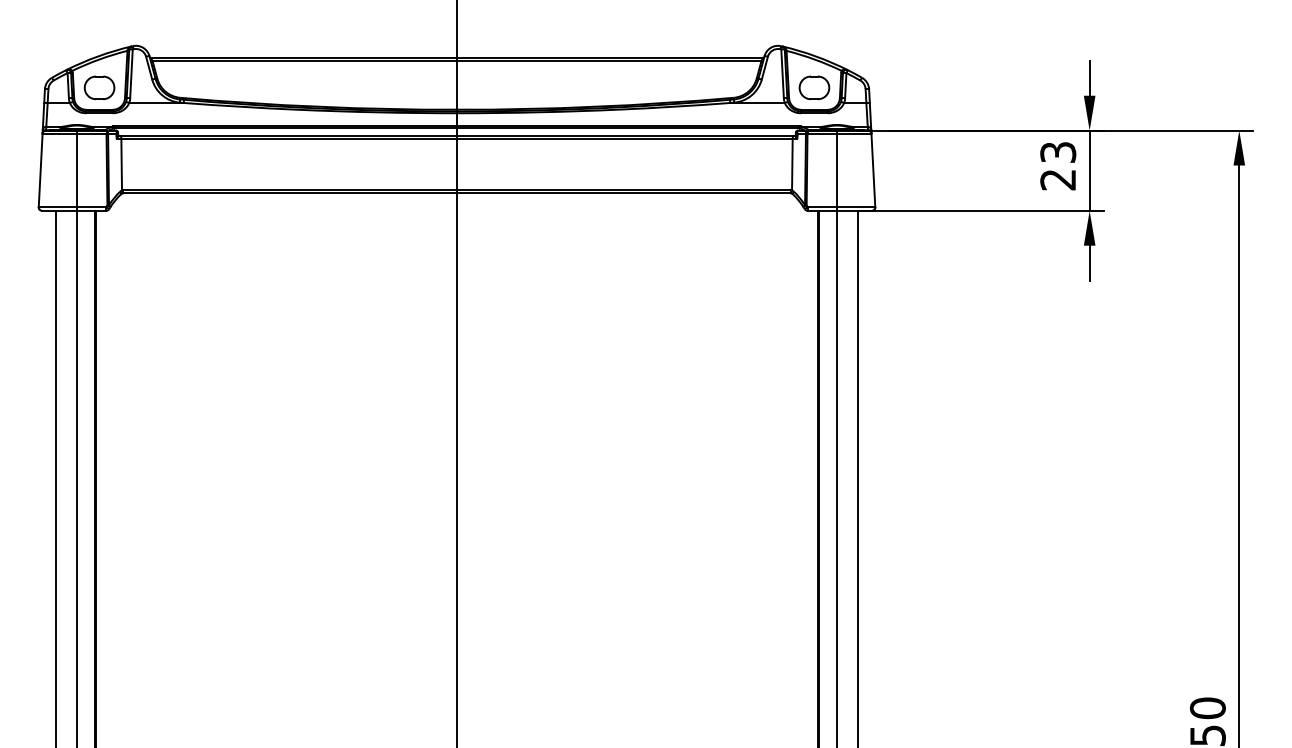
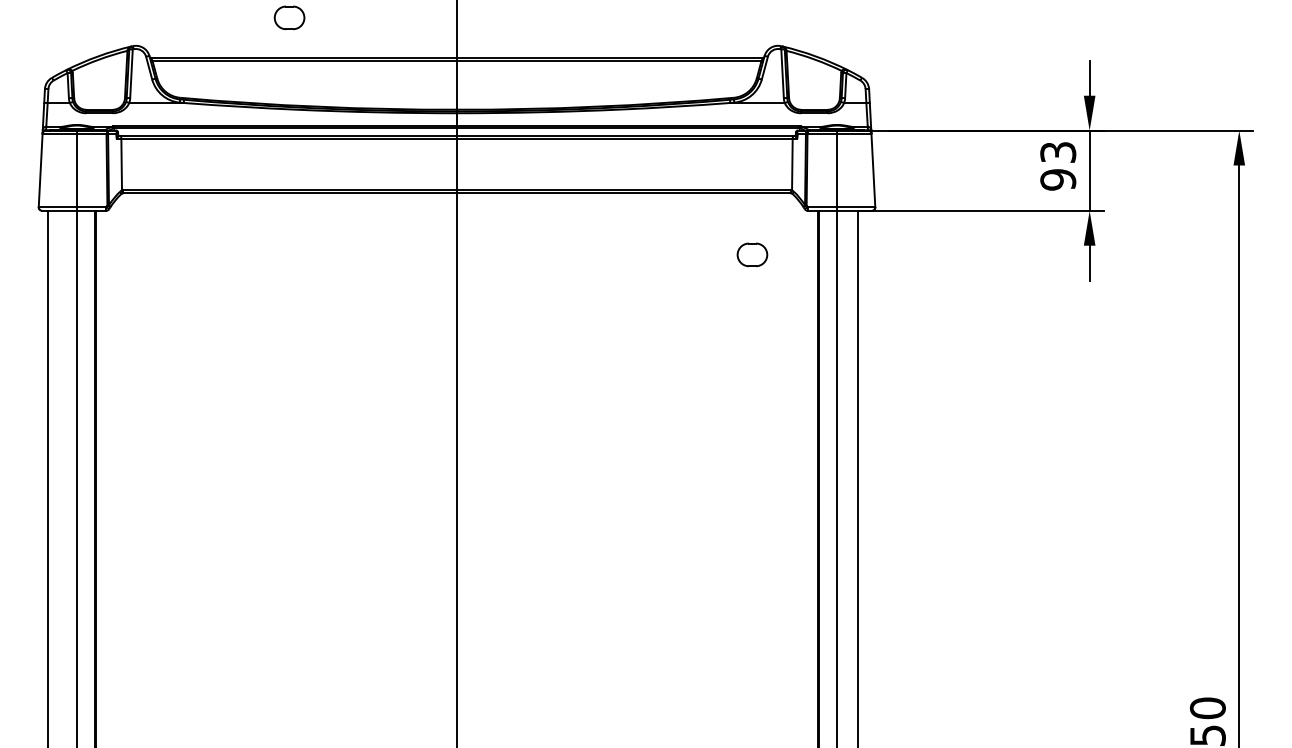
part at (99, 87) position: (99, 87) -> (289, 17)
part at (814, 87) position: (814, 87) -> (752, 254)
text at (1058, 179): 23 -> 93
line at (56, 477) position: (56, 477) -> (48, 477)
